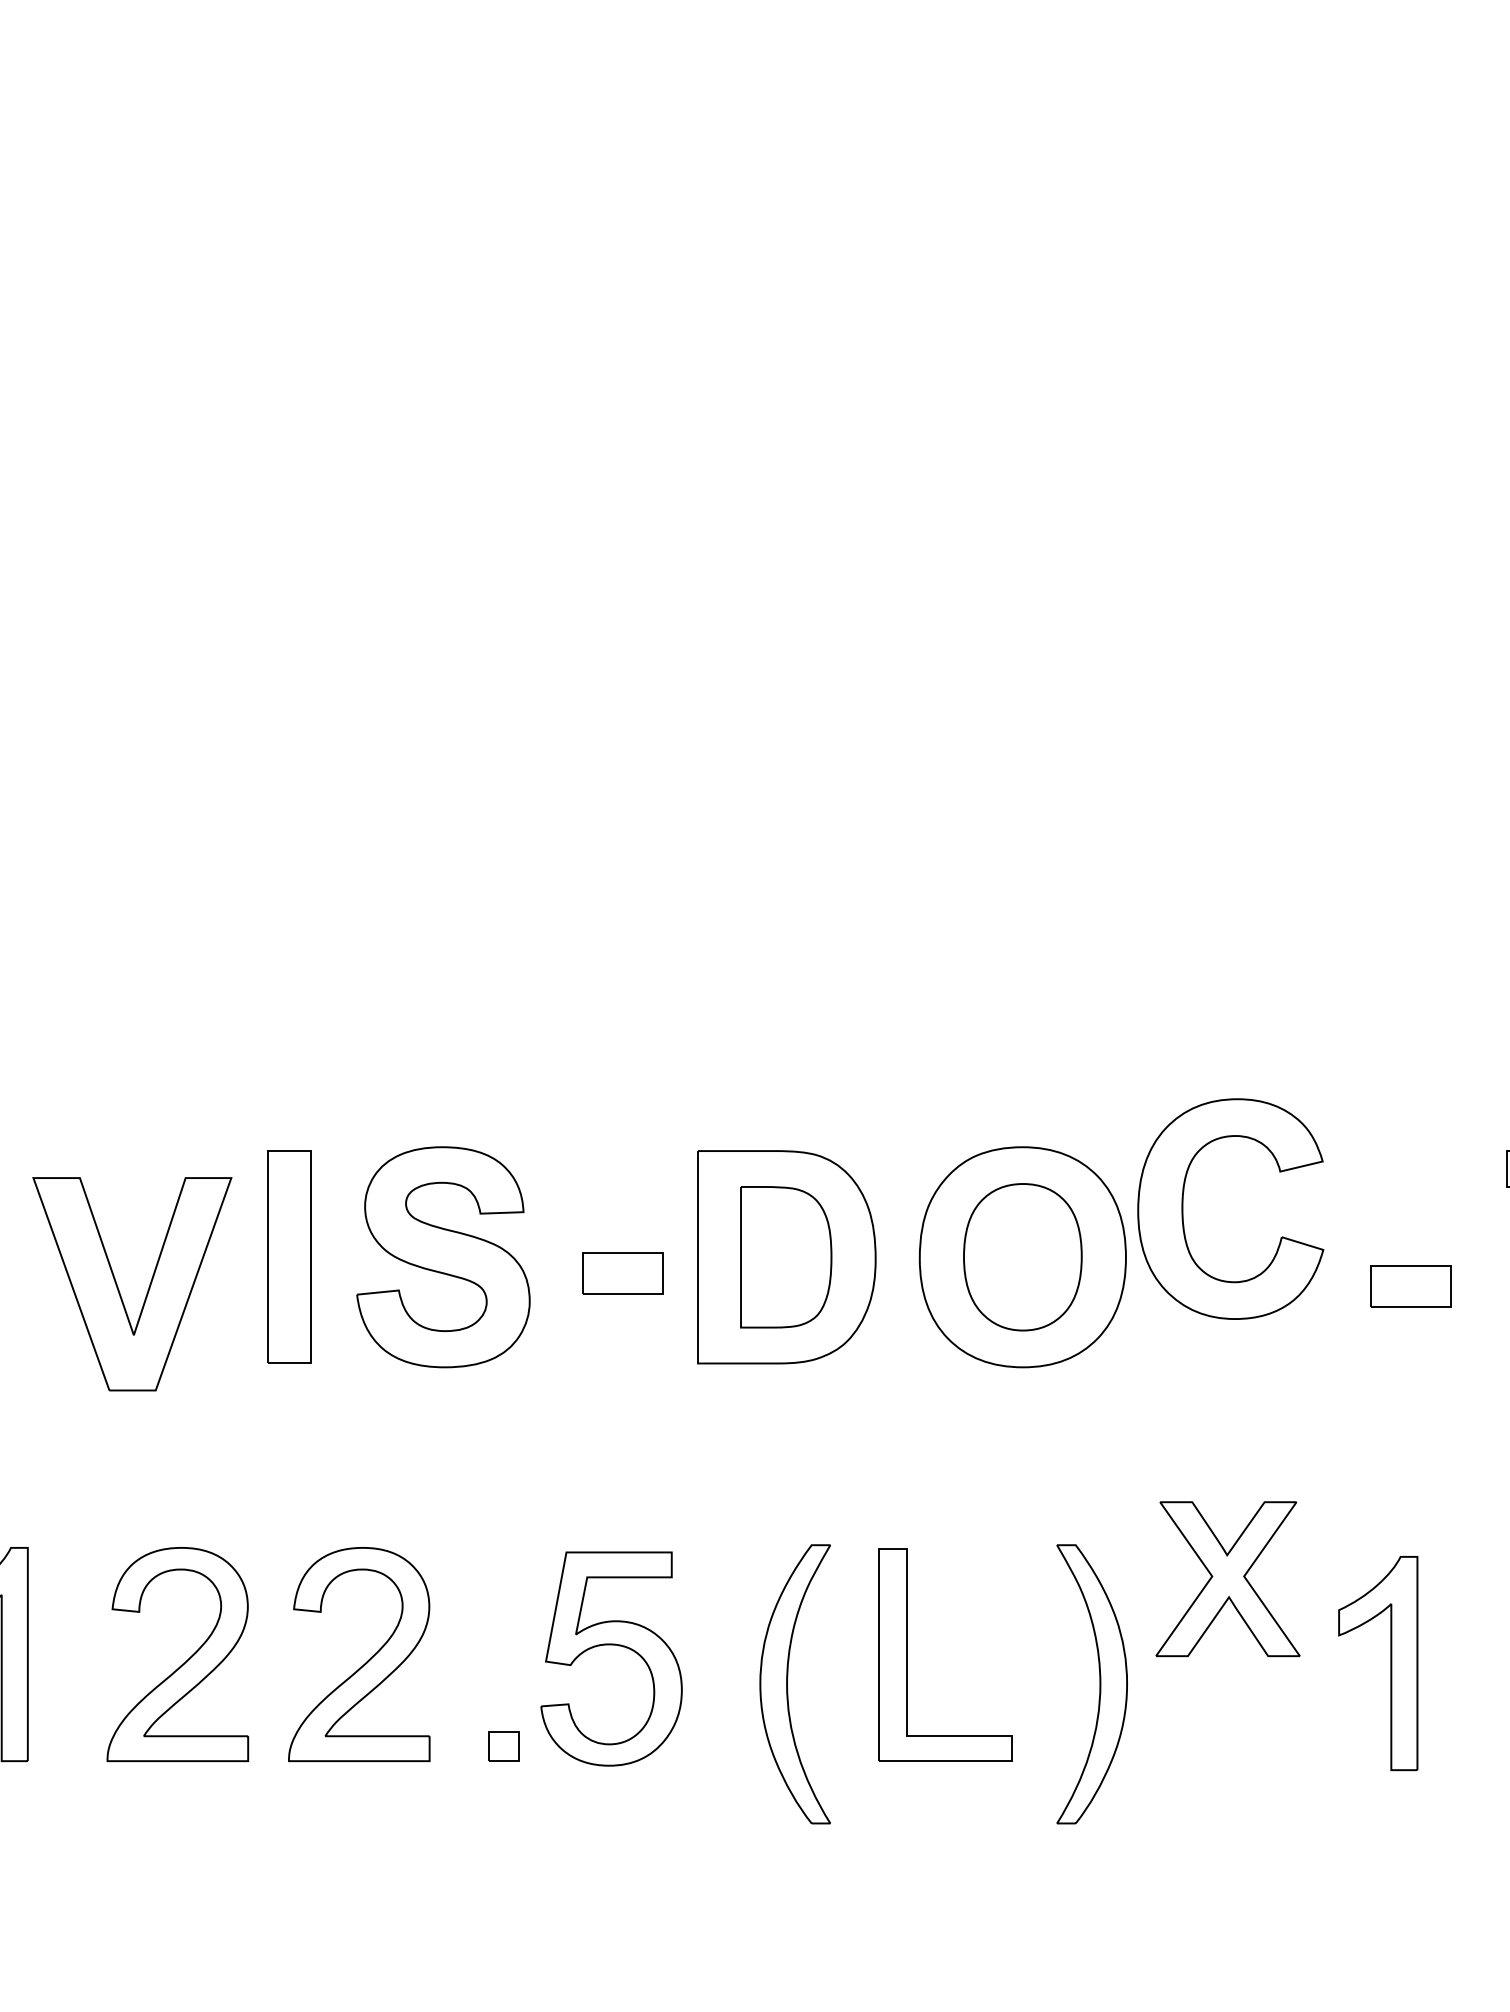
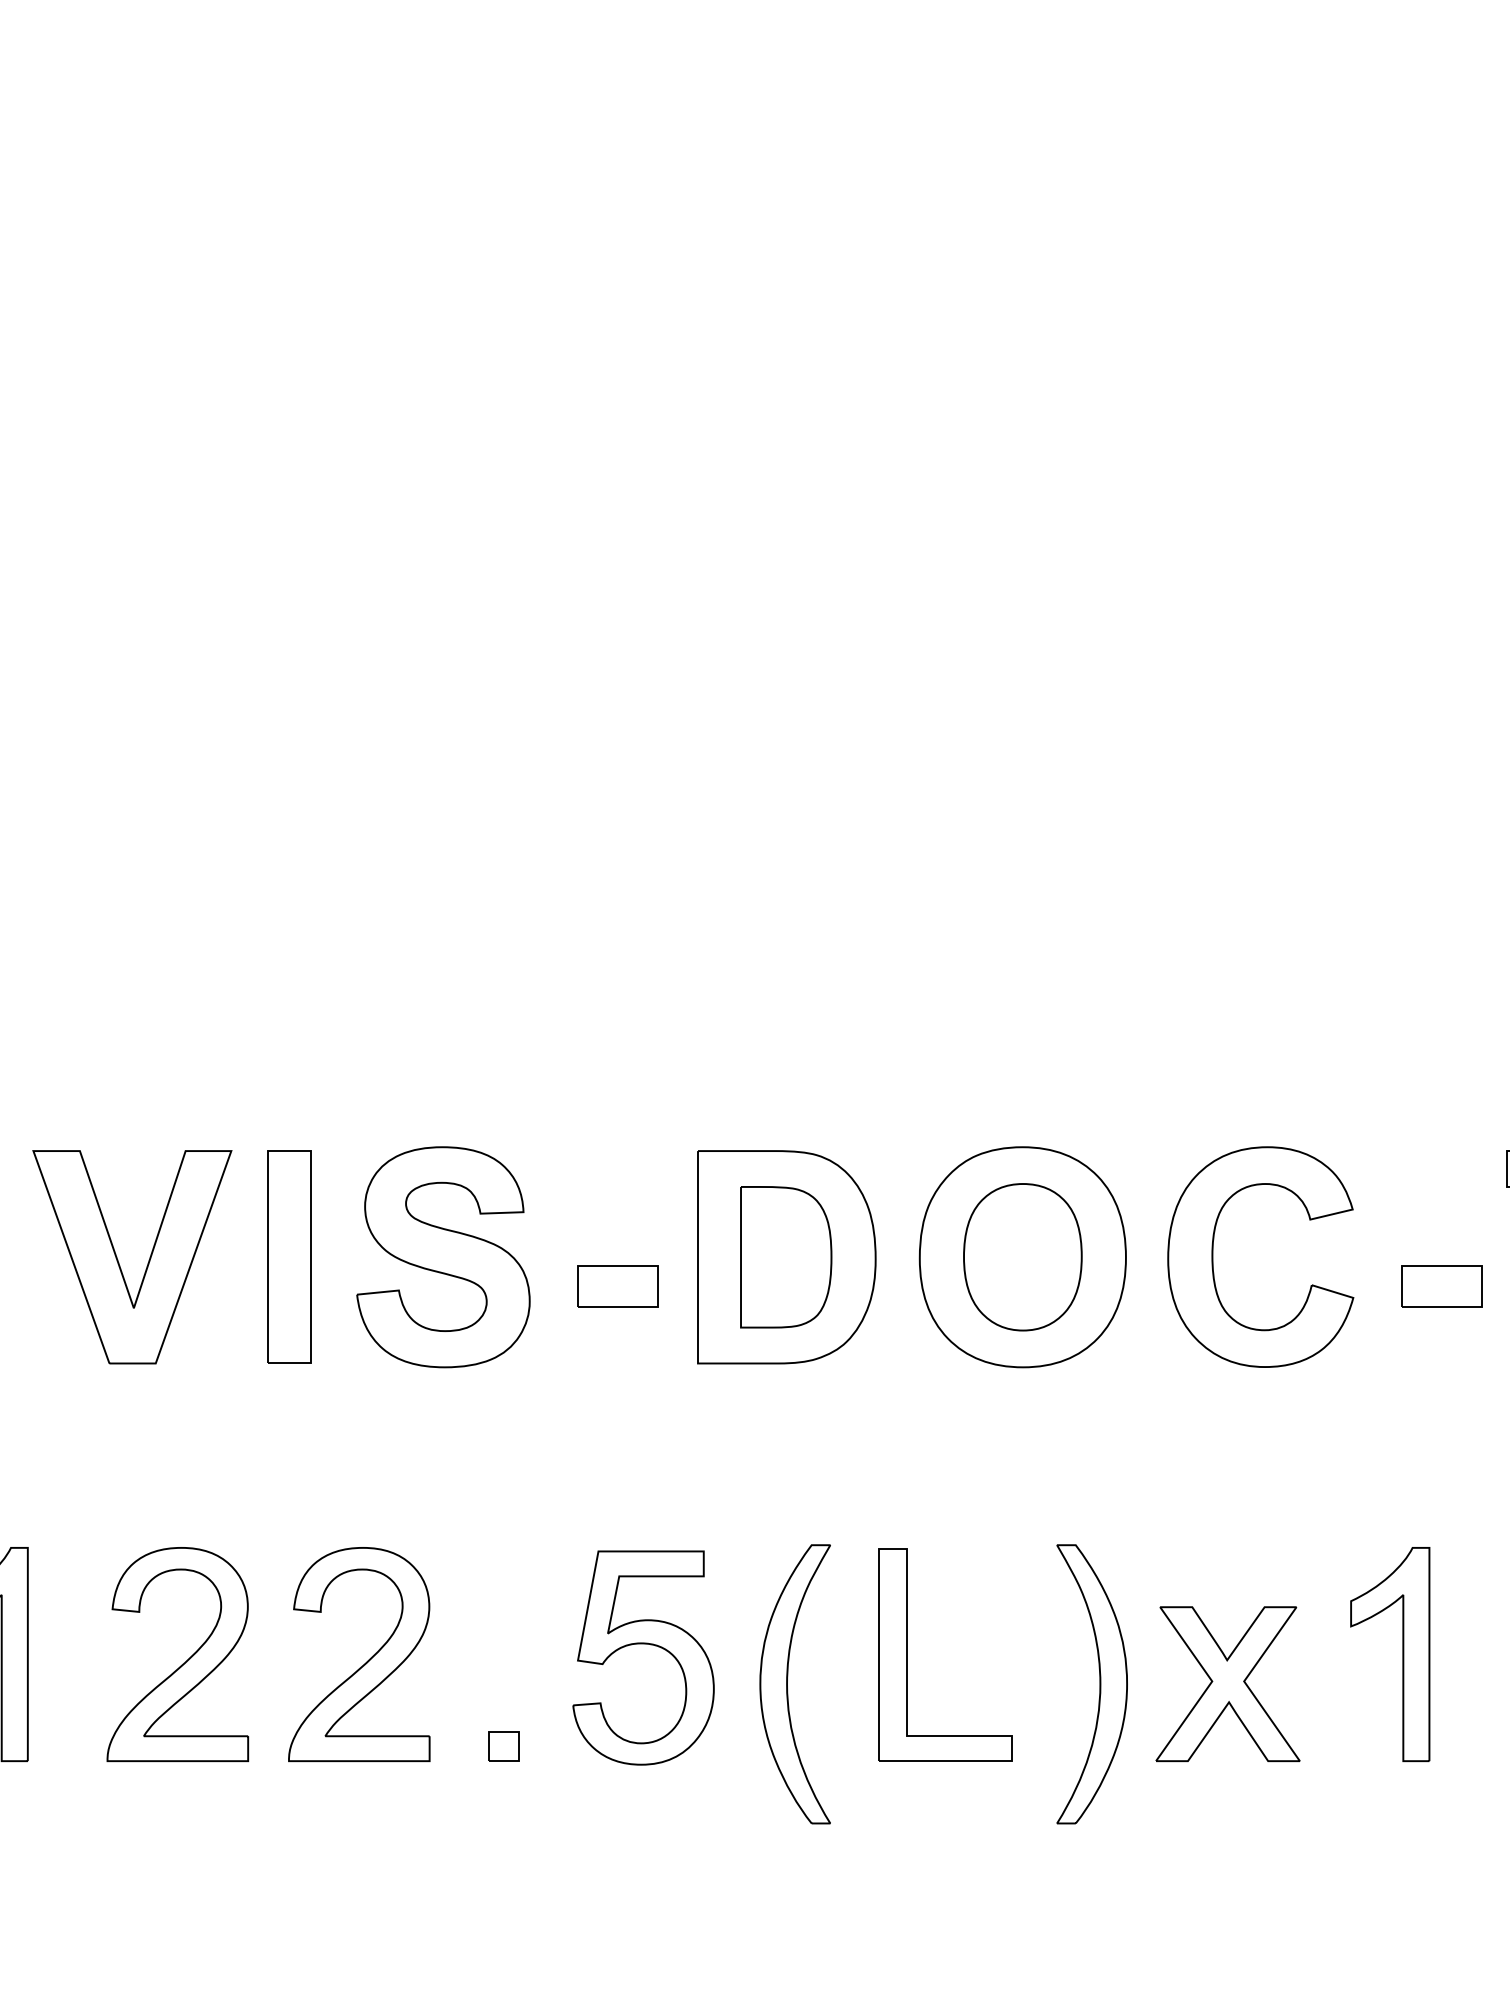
part at (1183, 1208) position: (1183, 1208) -> (1213, 1256)
part at (622, 1273) position: (622, 1273) -> (617, 1286)
part at (1410, 1286) position: (1410, 1286) -> (1441, 1286)
part at (119, 1289) position: (119, 1289) -> (119, 1262)
part at (1227, 1579) position: (1227, 1579) -> (1227, 1684)
part at (611, 1645) position: (611, 1645) -> (643, 1644)
part at (1390, 1663) position: (1390, 1663) -> (1402, 1654)
